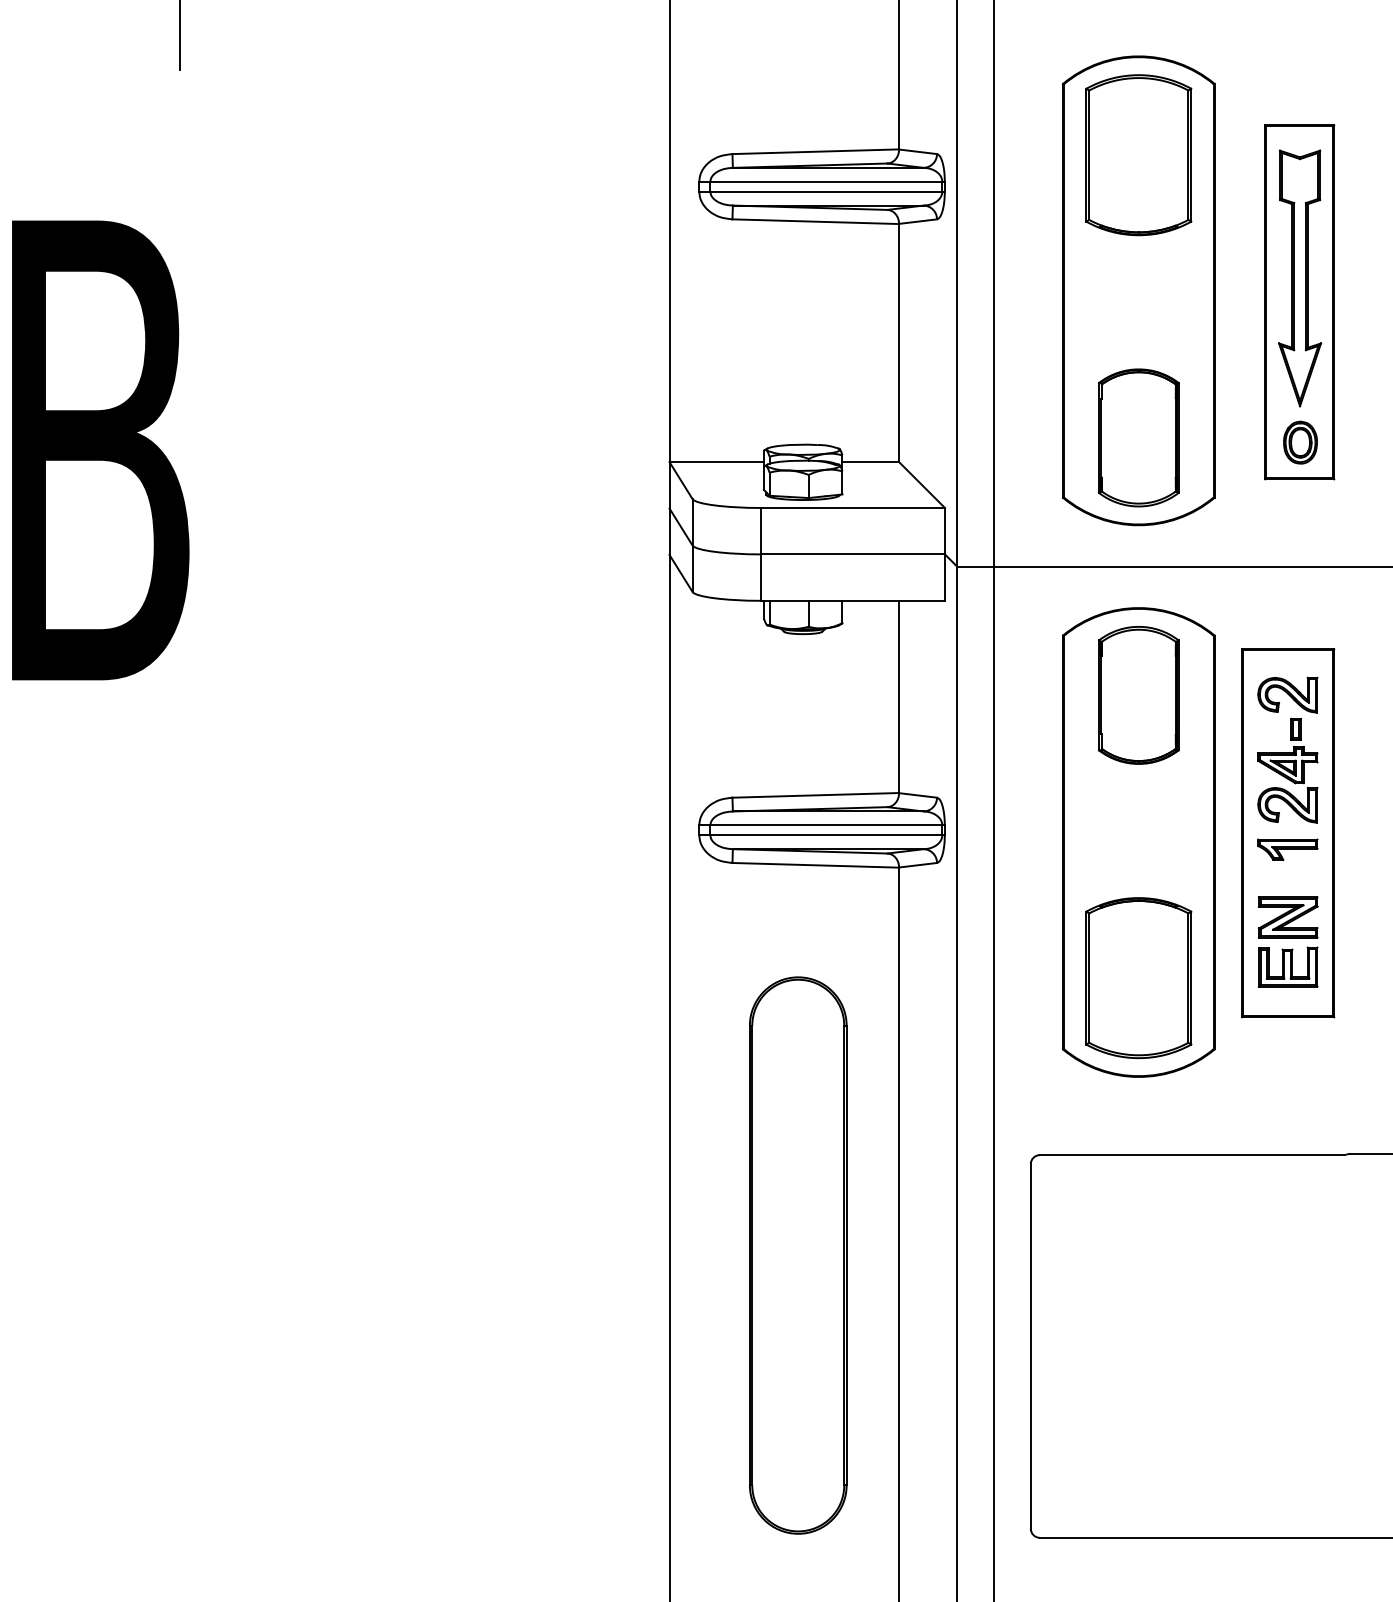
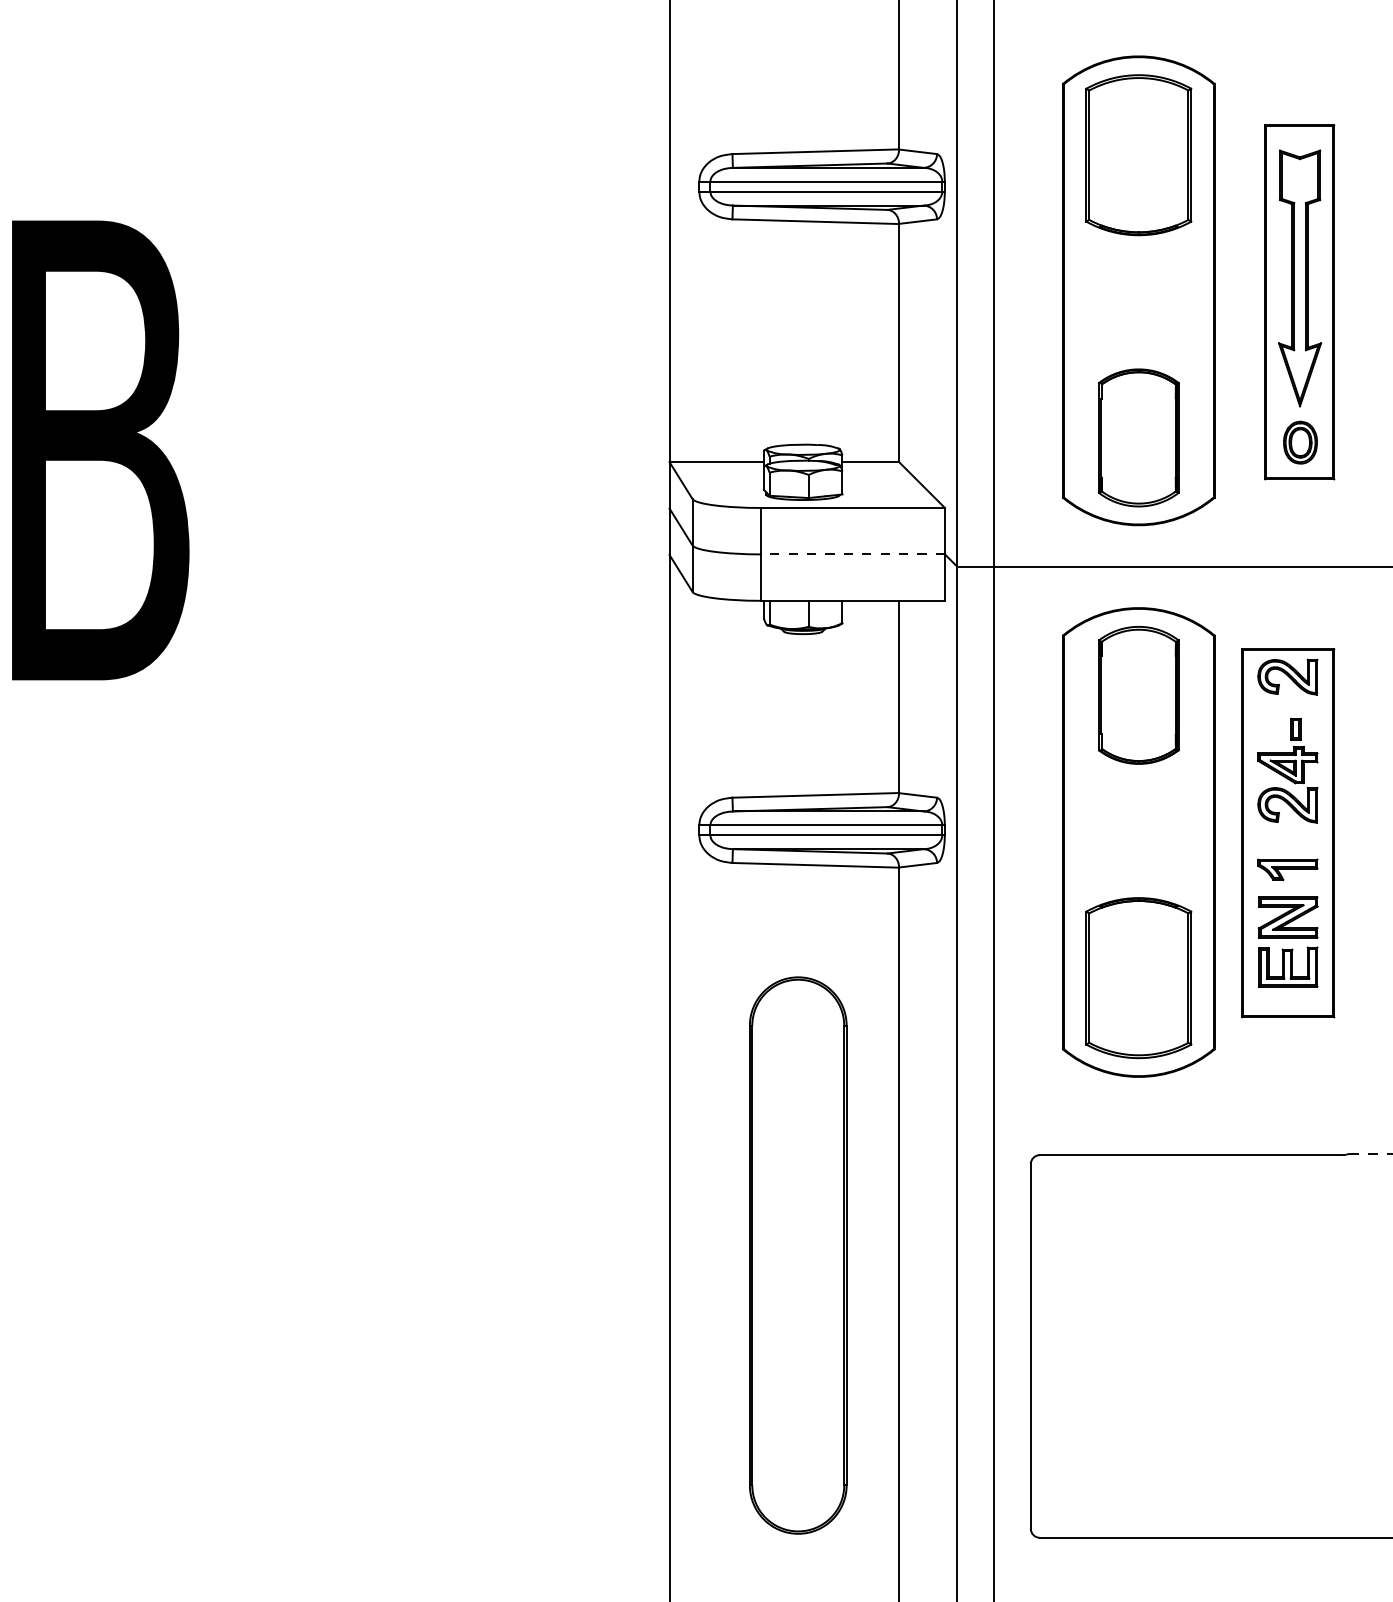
line at (180, 36): present -> none
line at (853, 554): solid -> dashed
part at (1287, 694) position: (1287, 694) -> (1287, 676)
part at (1287, 849) position: (1287, 849) -> (1287, 869)
line at (1371, 1153): solid -> dashed
